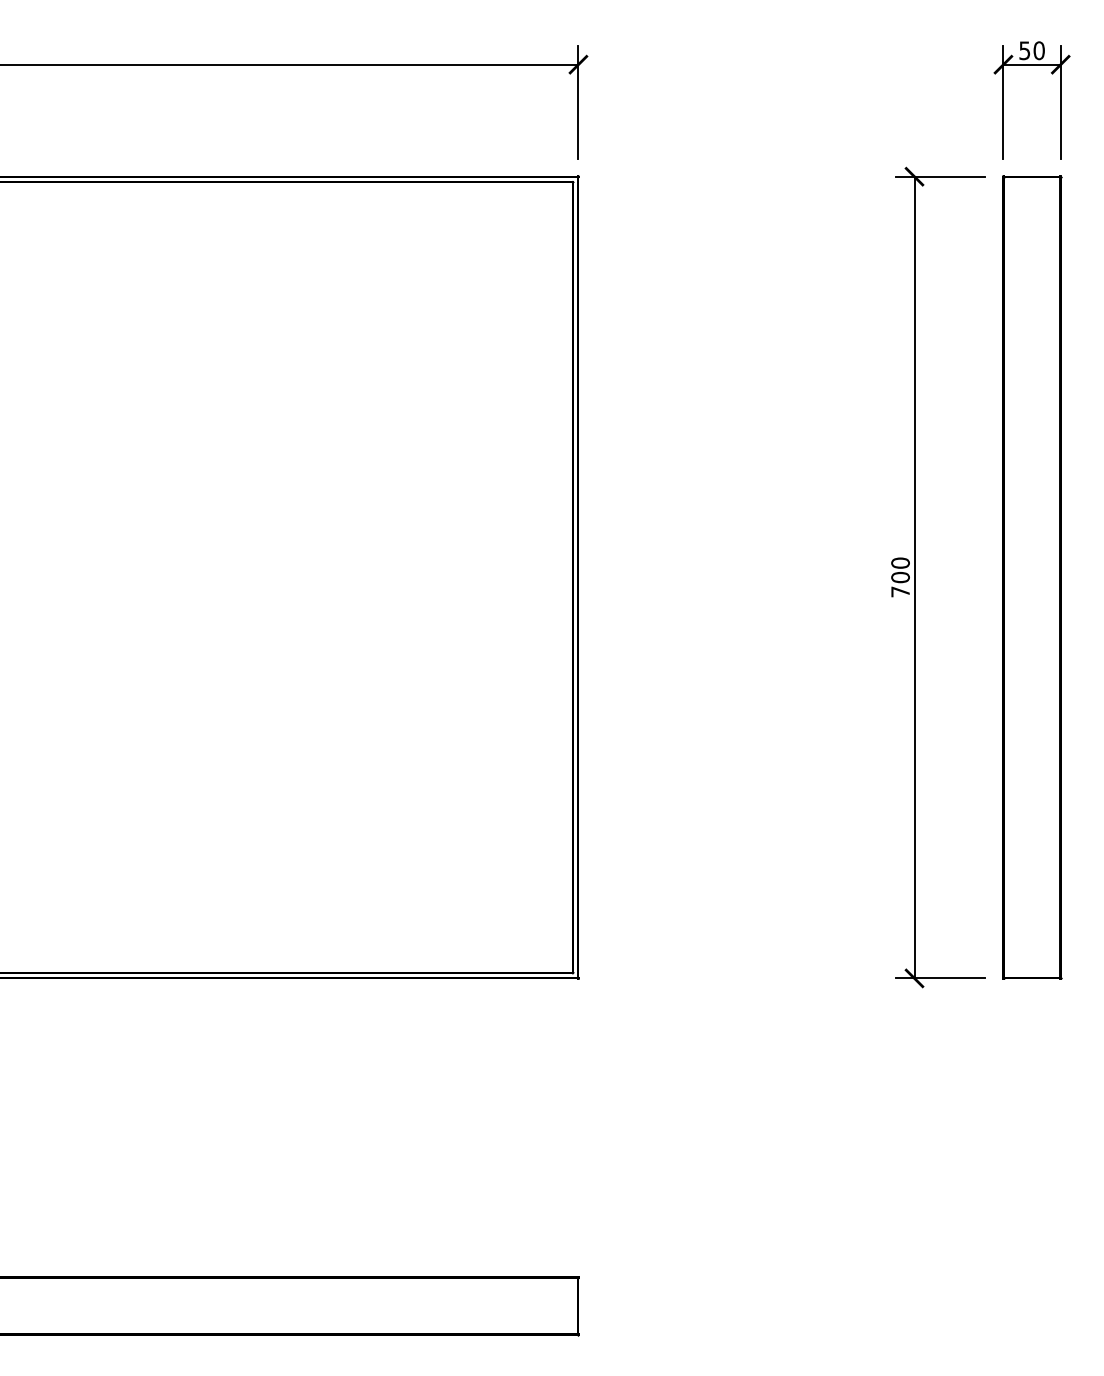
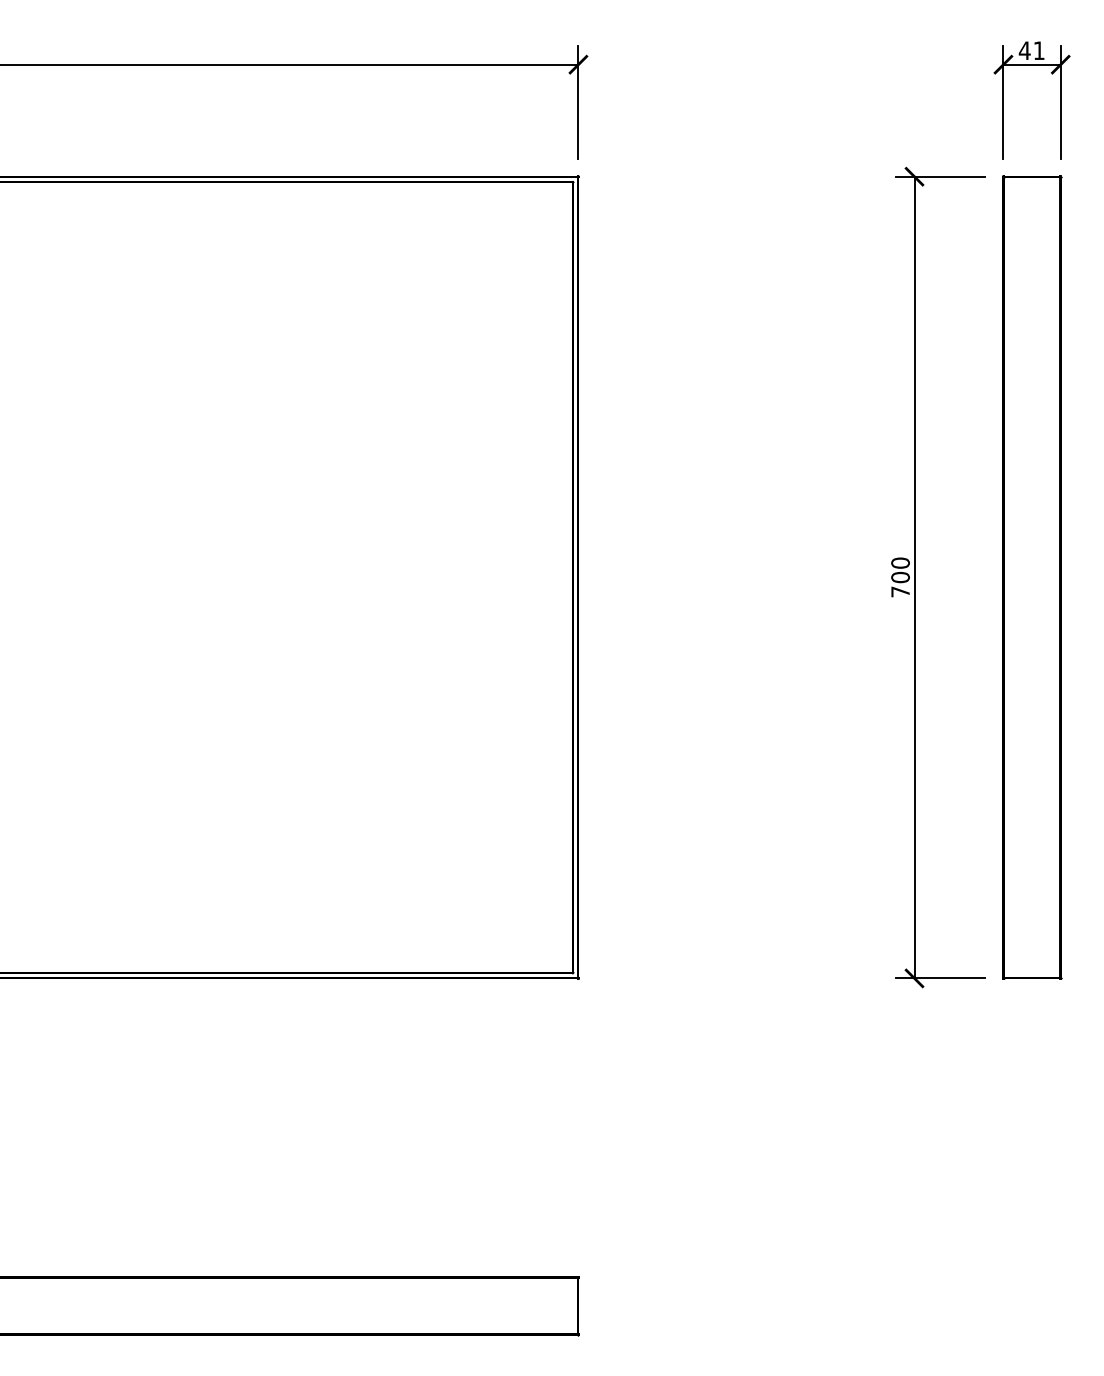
text at (1031, 50): 50 -> 41
